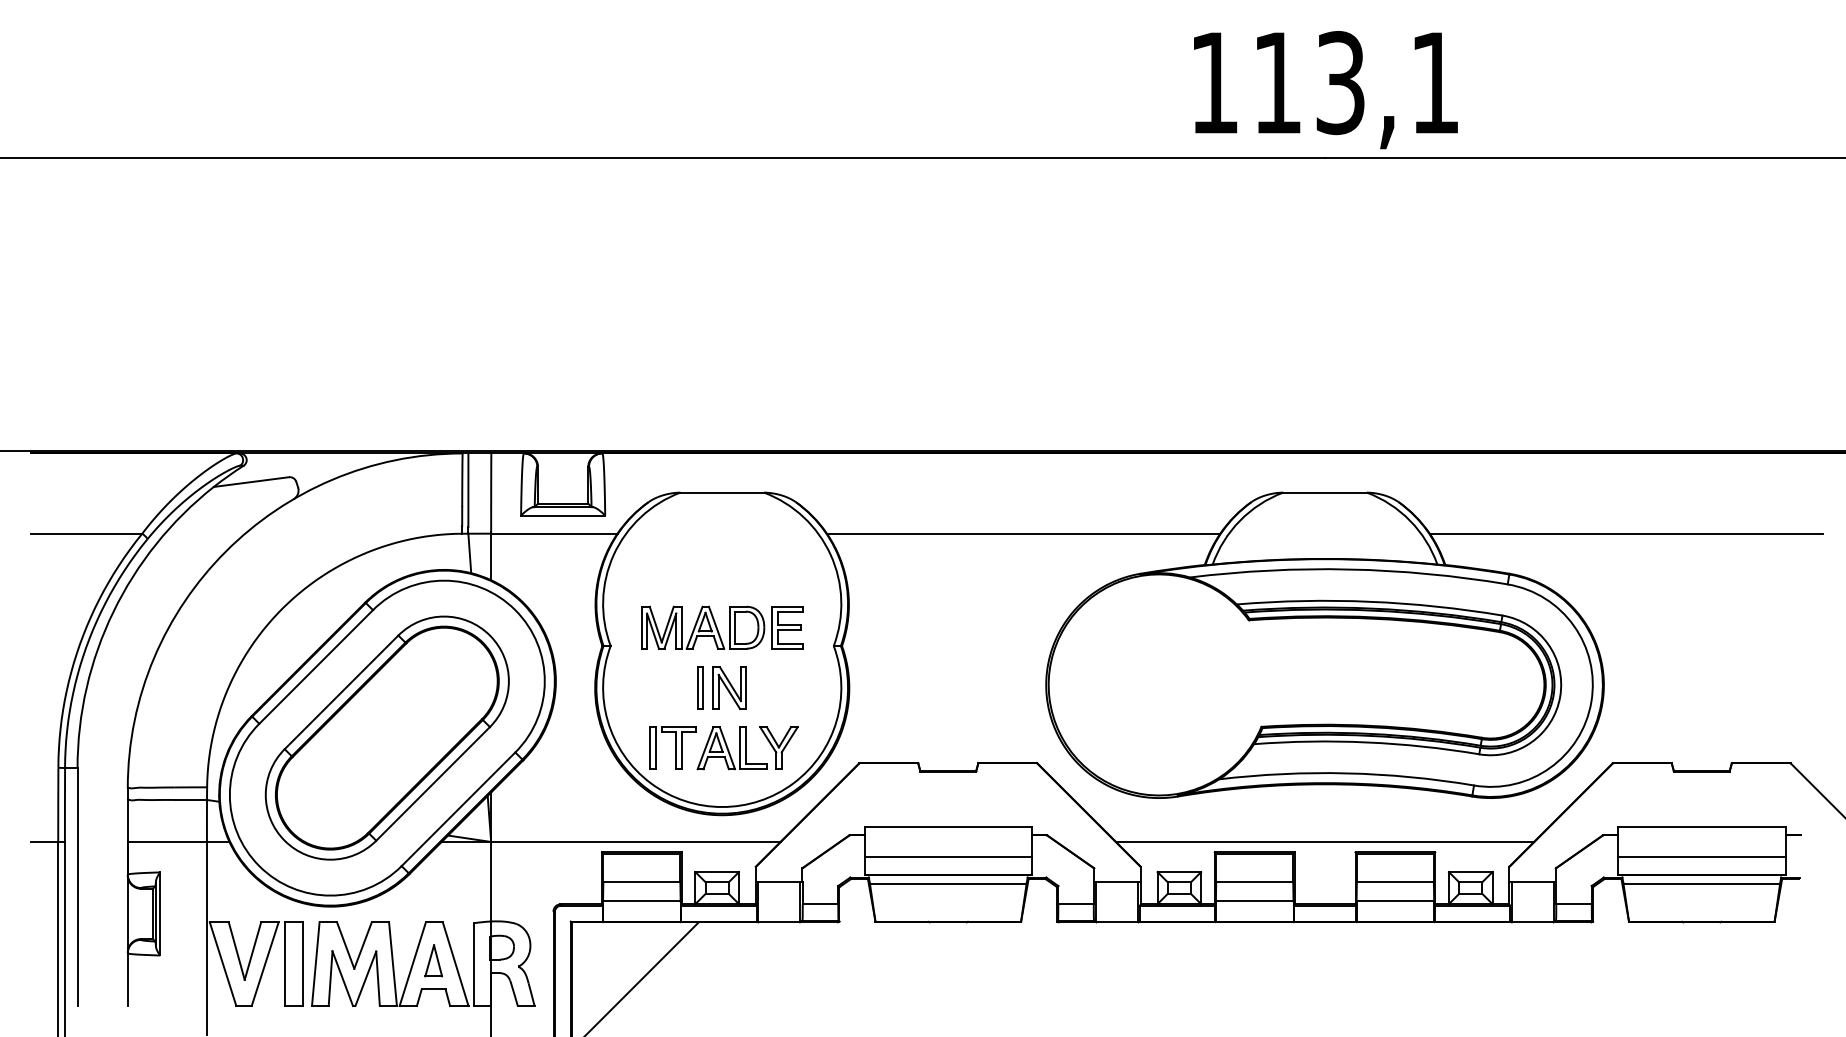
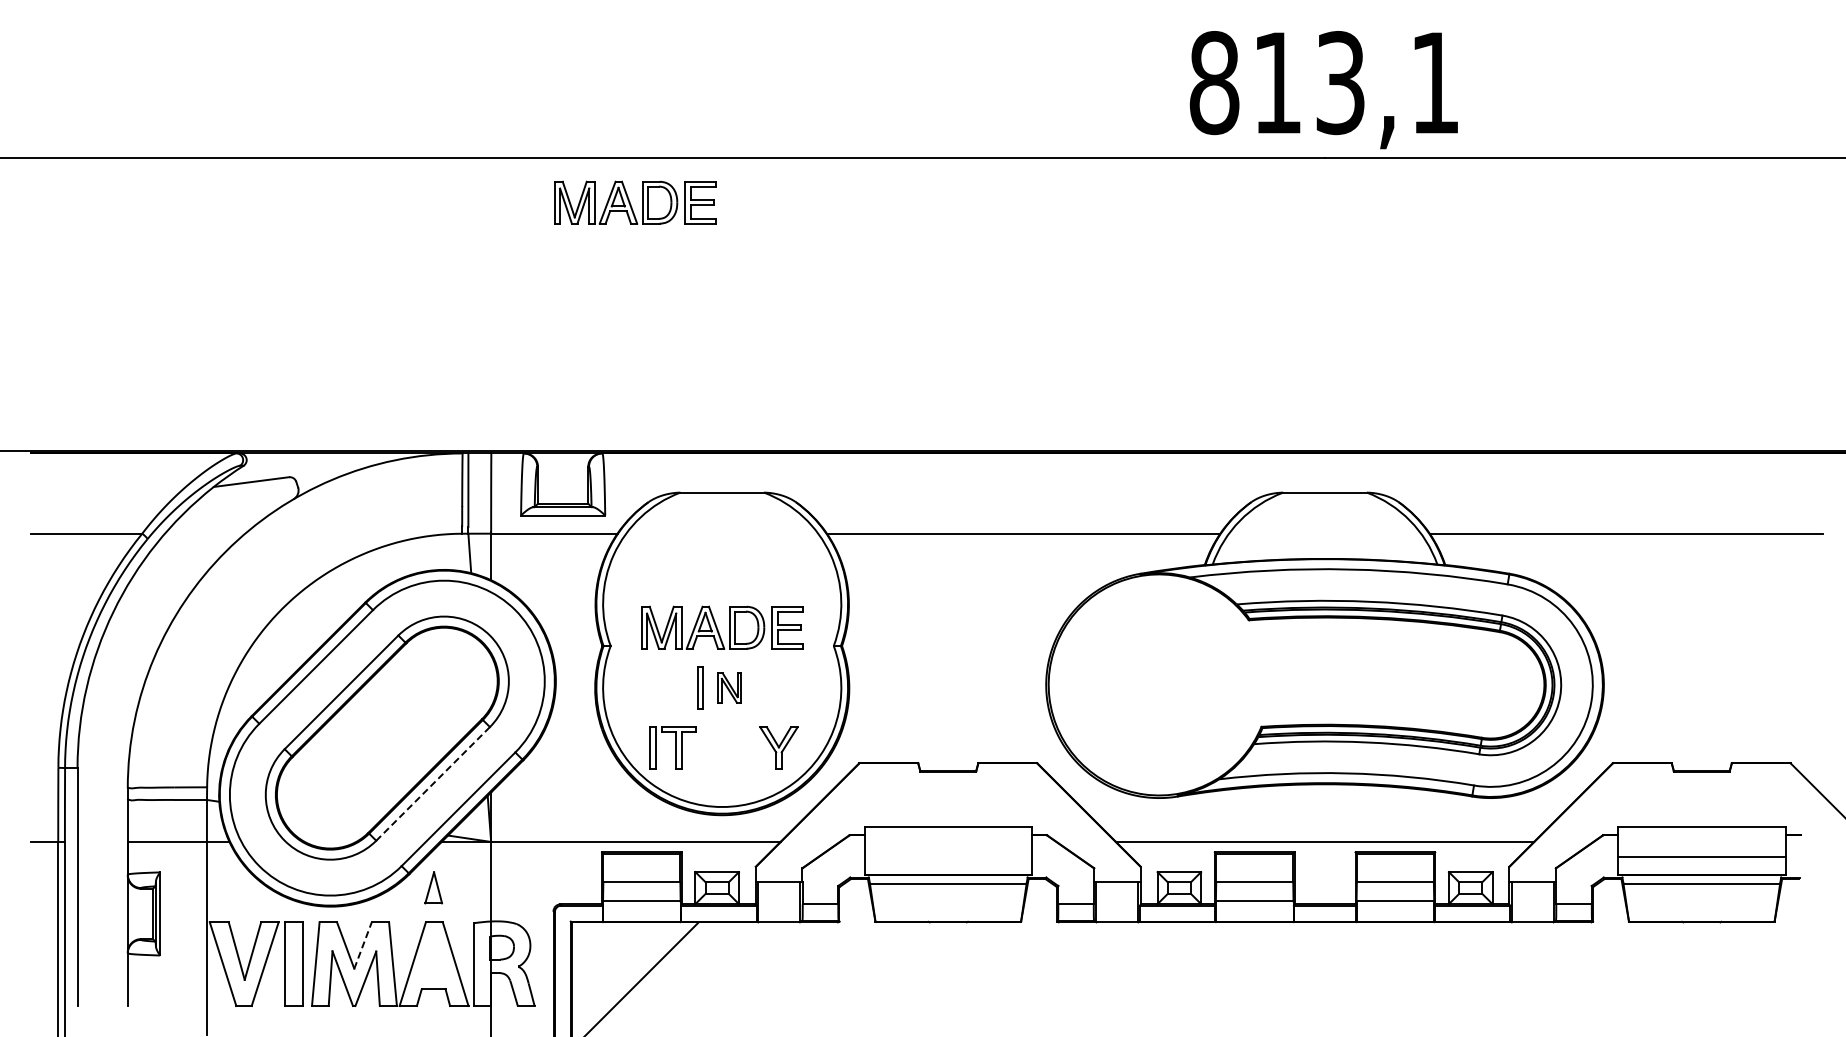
text at (1214, 83): 113,1 -> 813,1
part at (635, 202): none -> present
part at (729, 687) size: 35x44 px -> 25x32 px
part at (731, 748): present -> none
line at (432, 784): solid -> dashed
line at (948, 857): present -> none
line at (363, 945): solid -> dashed
part at (433, 960) position: (433, 960) -> (433, 887)
